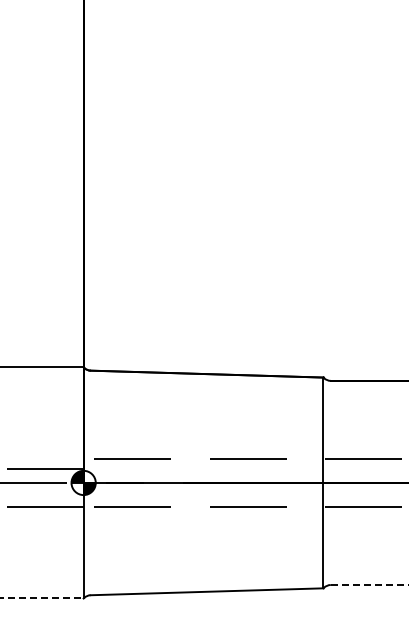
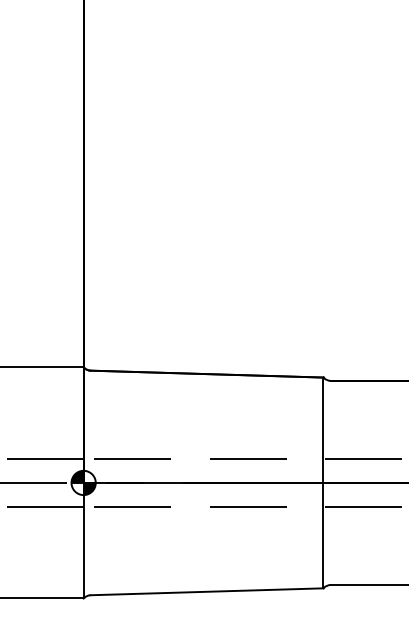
line at (42, 468) position: (42, 468) -> (42, 458)
line at (369, 585): dashed -> solid
line at (42, 598): dashed -> solid
